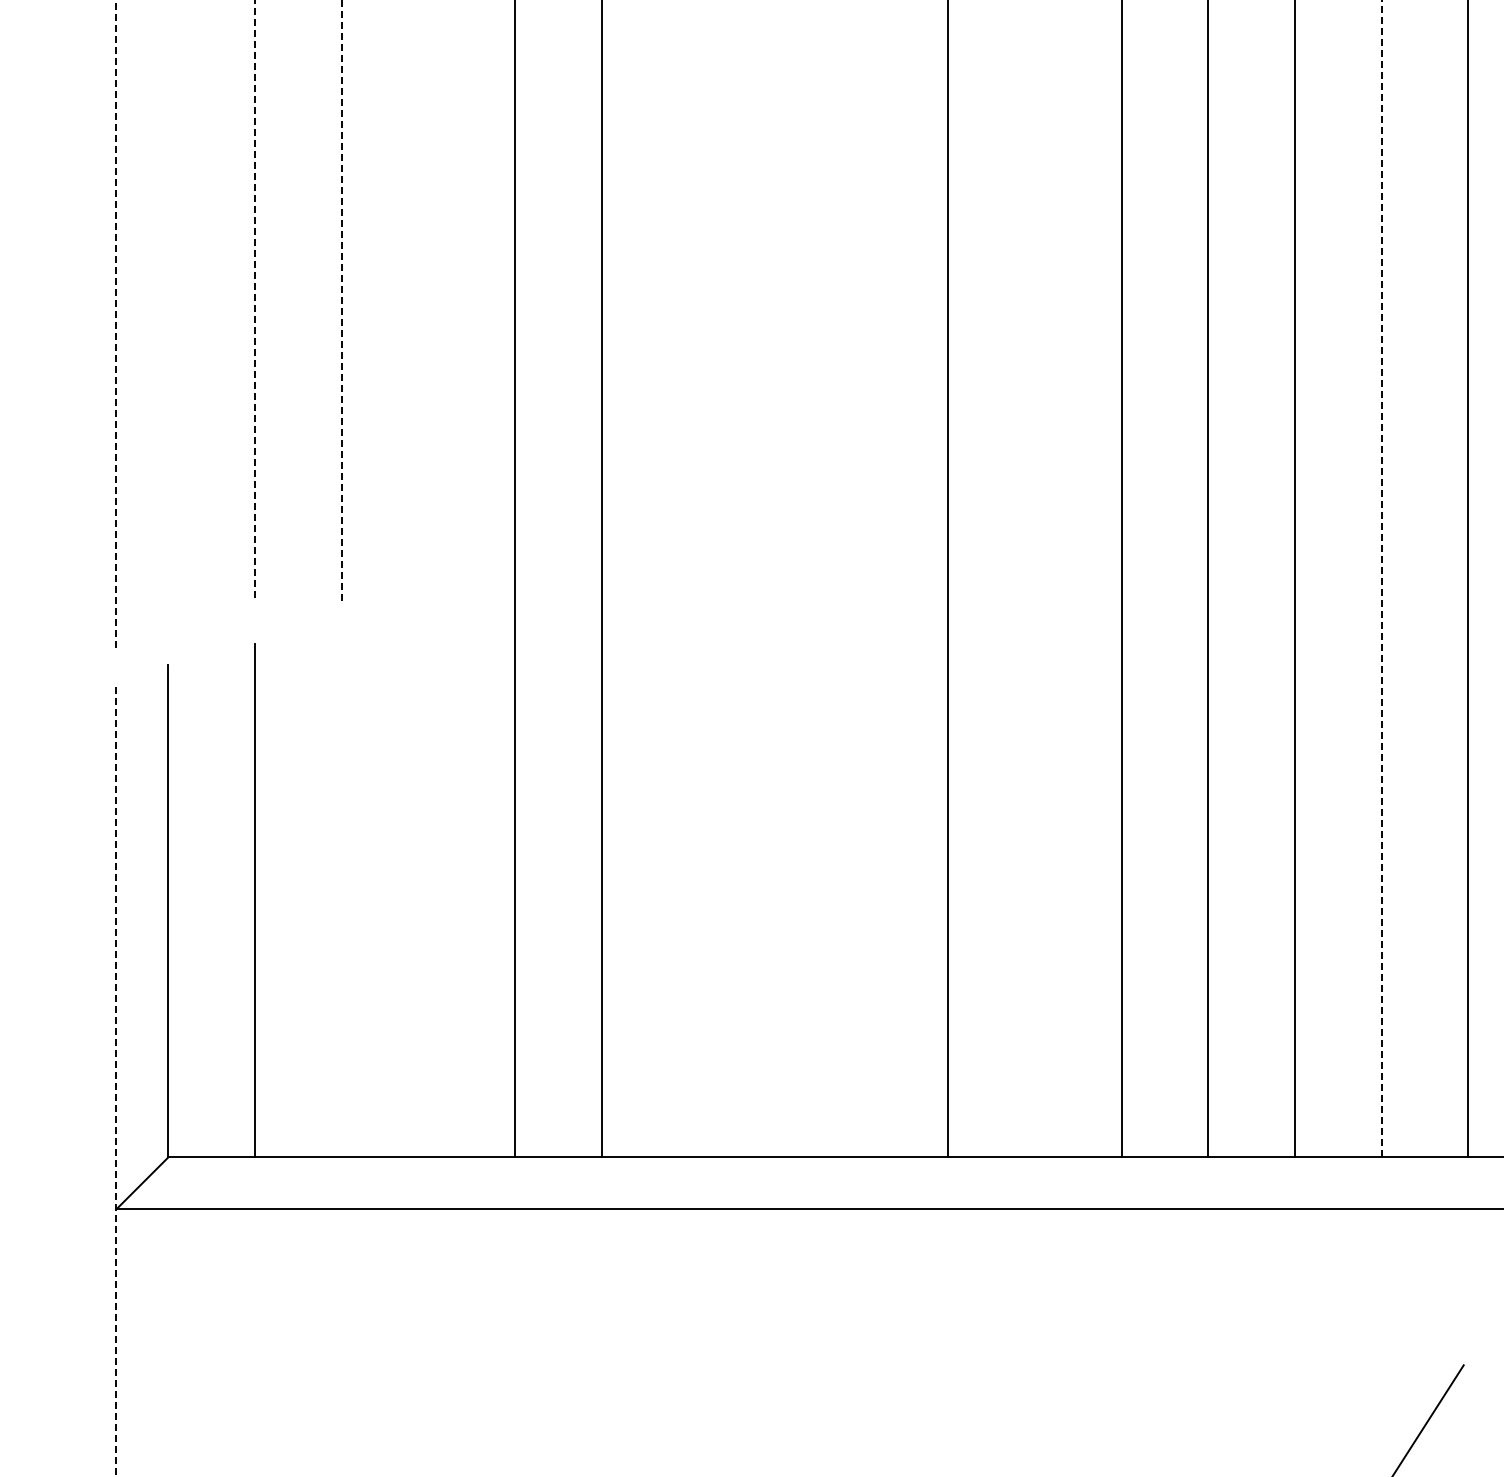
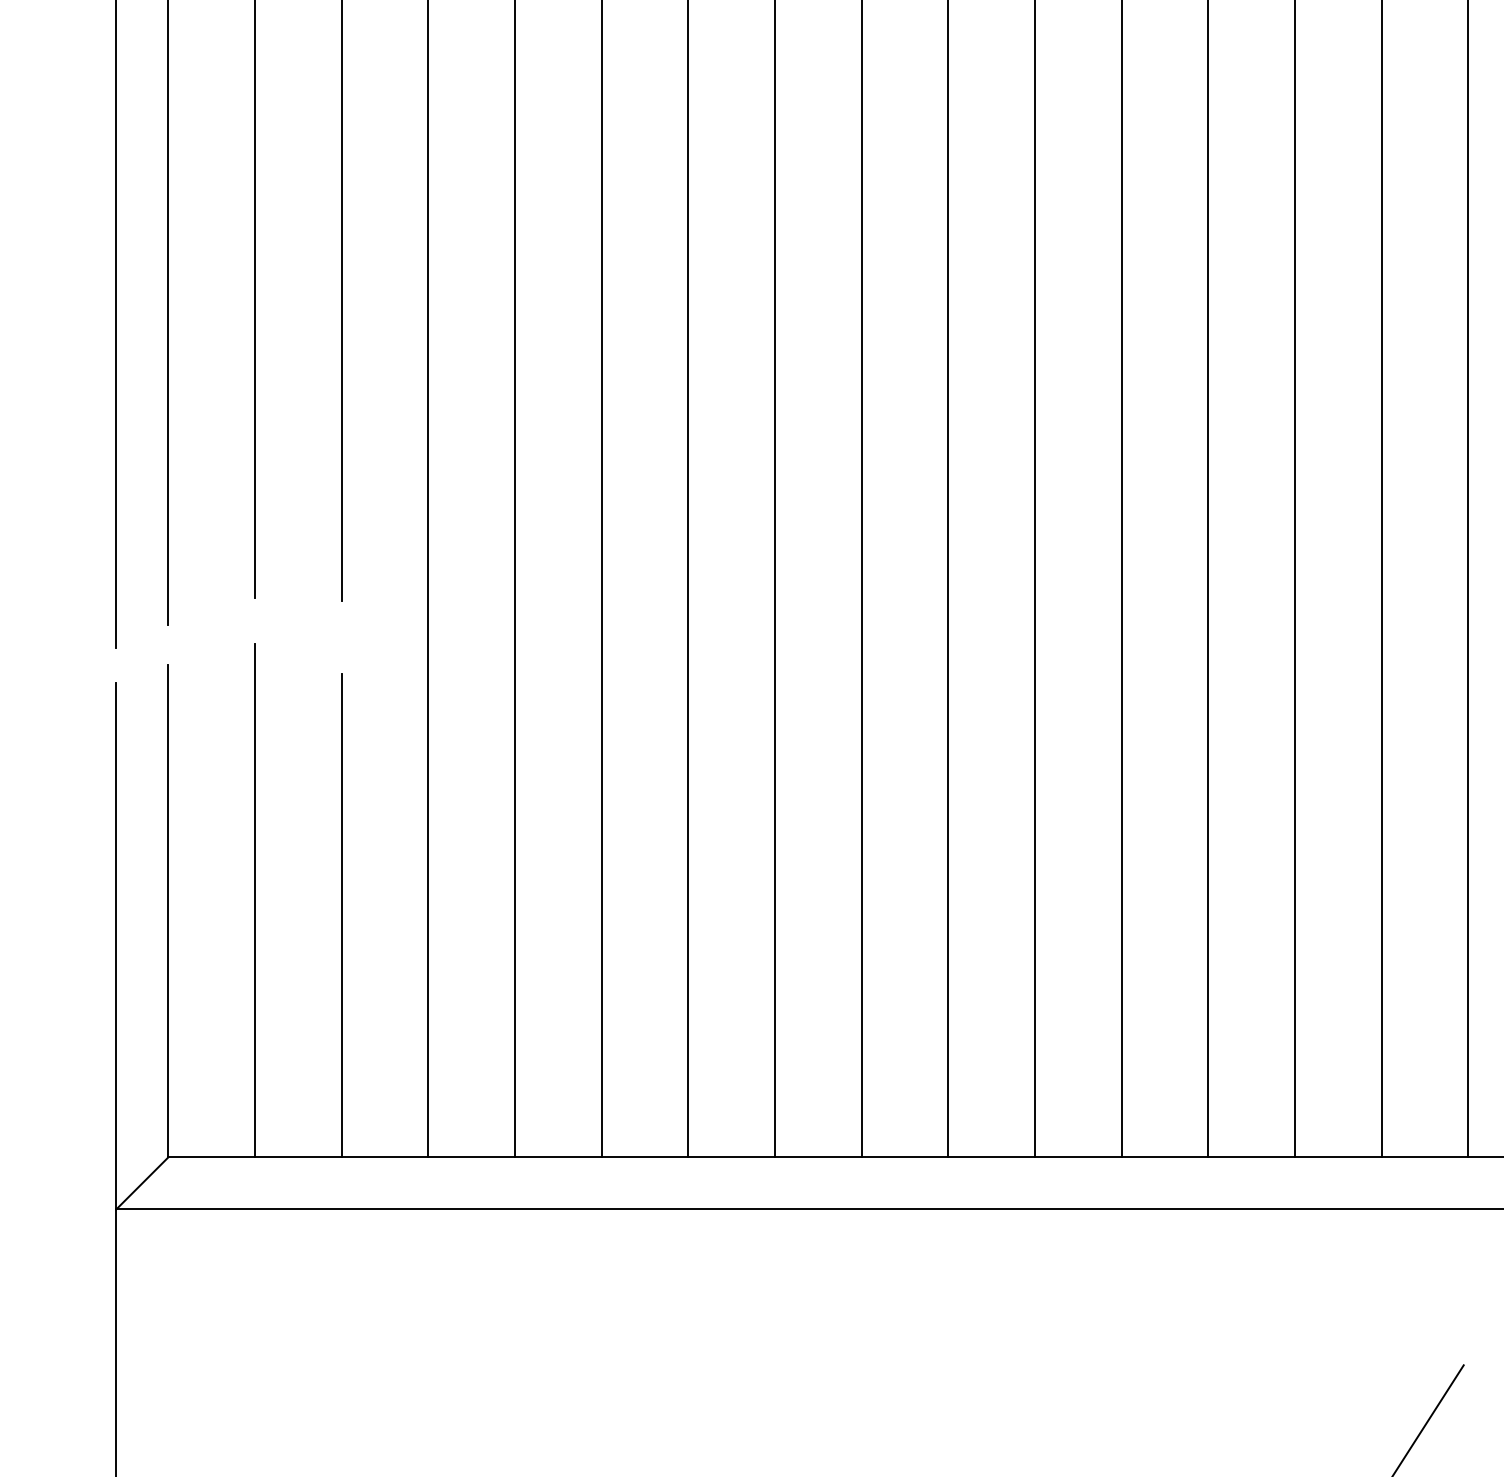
line at (254, 298): dashed -> solid
line at (341, 300): dashed -> solid
line at (168, 313): none -> present
line at (116, 324): dashed -> solid
line at (1381, 578): dashed -> solid
line at (428, 579): none -> present
line at (688, 579): none -> present
line at (775, 579): none -> present
line at (861, 579): none -> present
line at (1035, 579): none -> present
line at (341, 915): none -> present
line at (116, 1079): dashed -> solid
